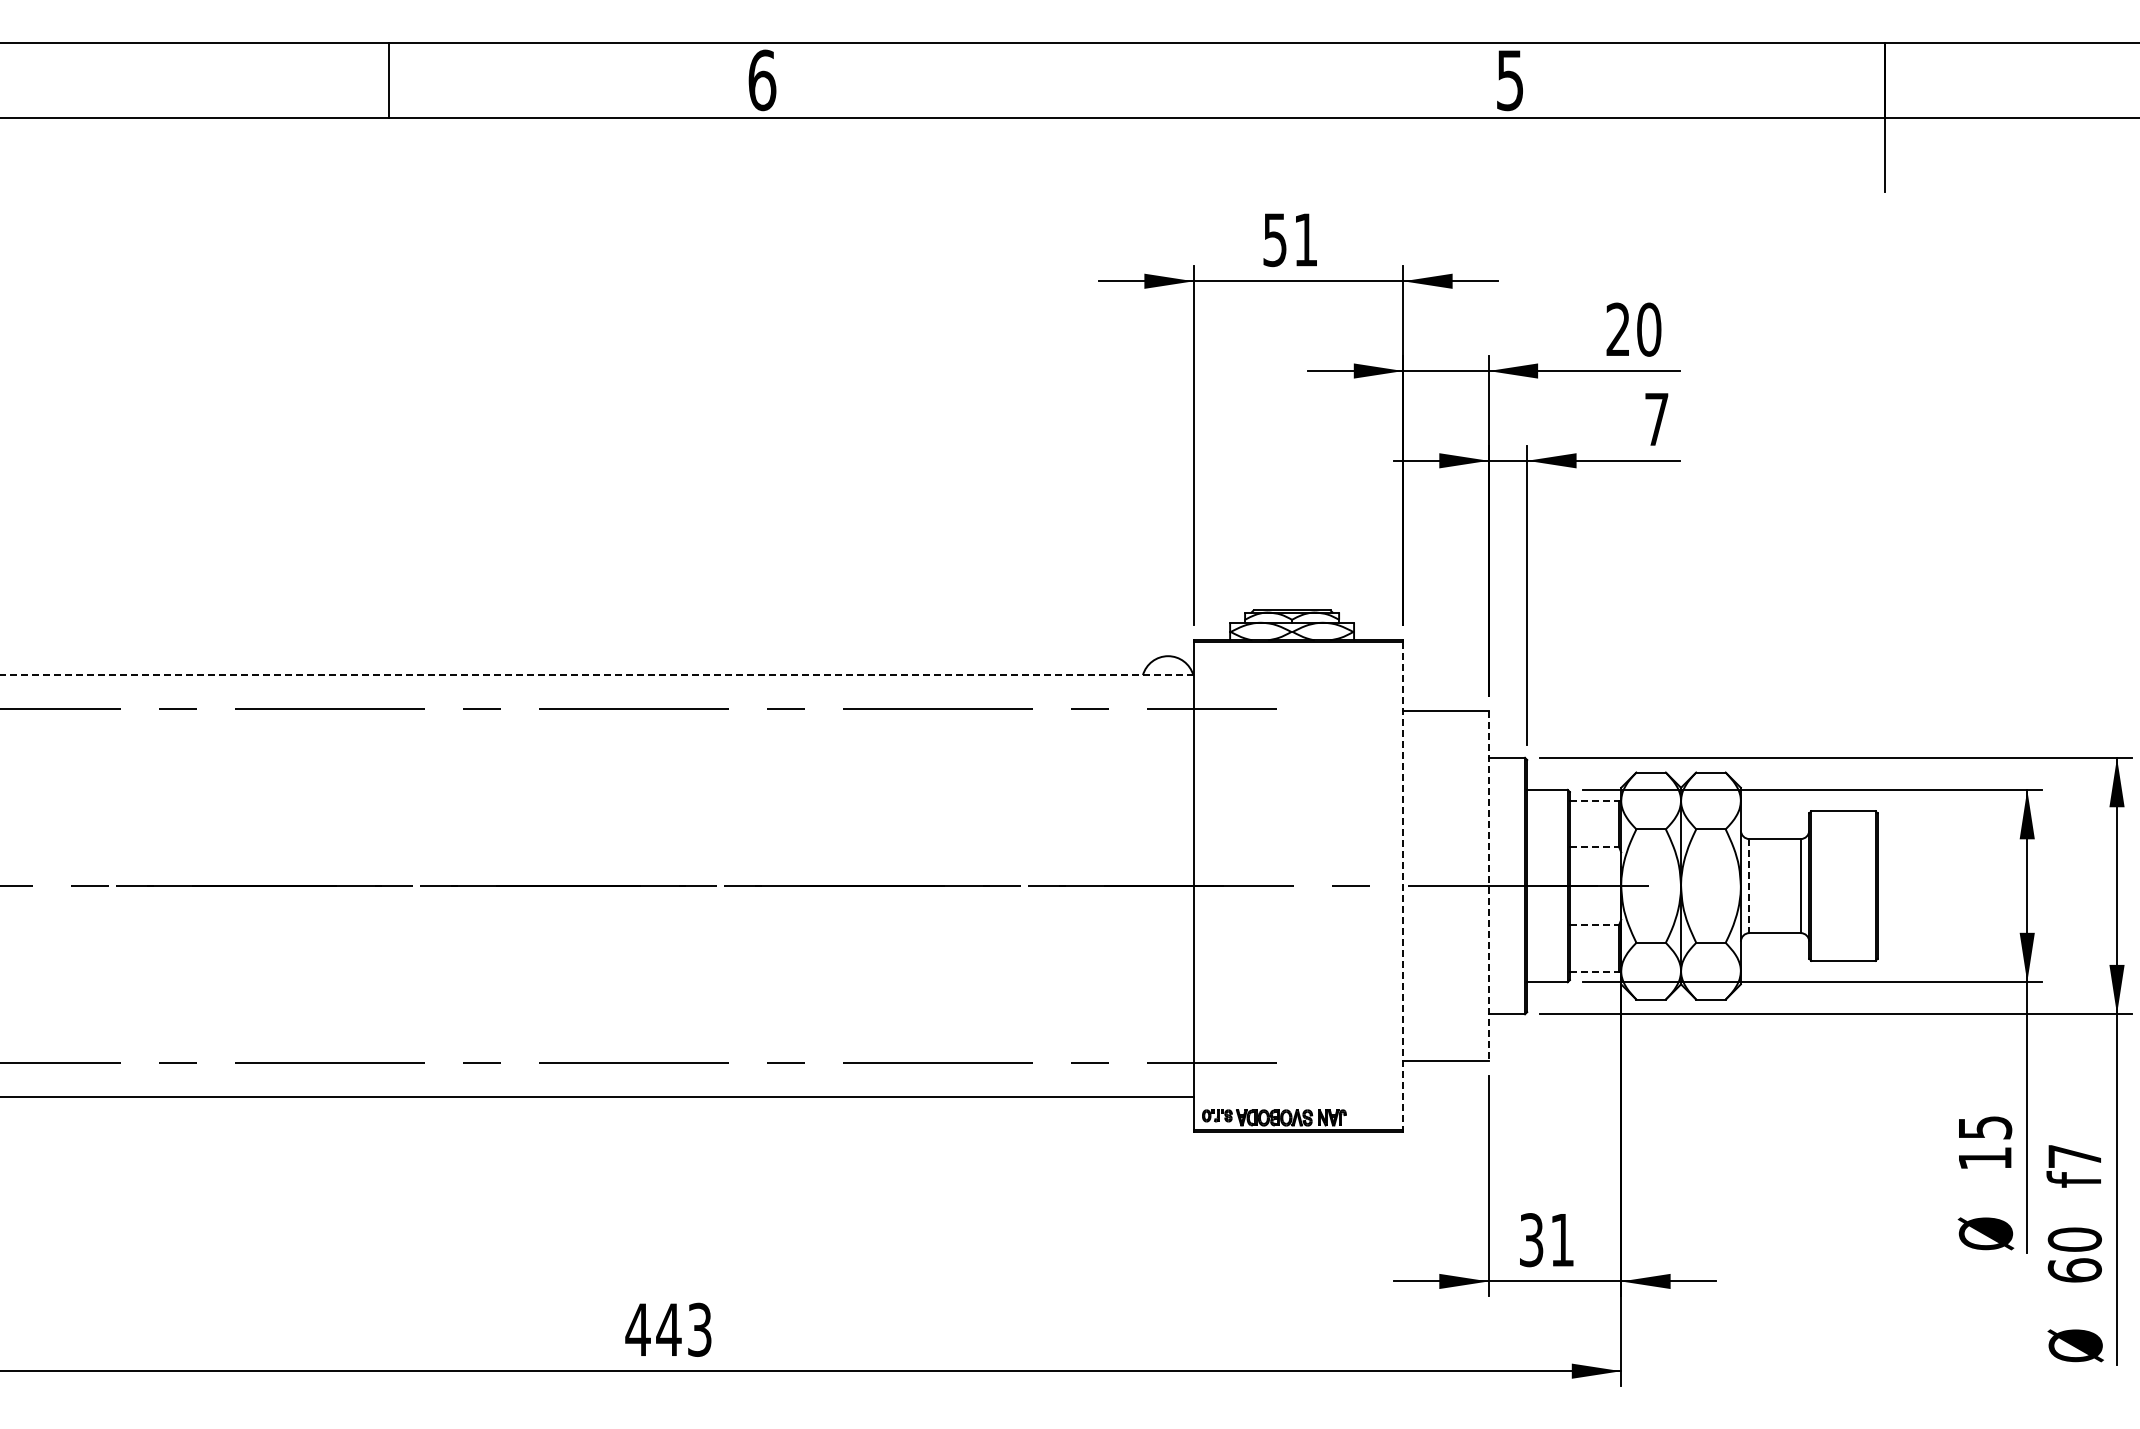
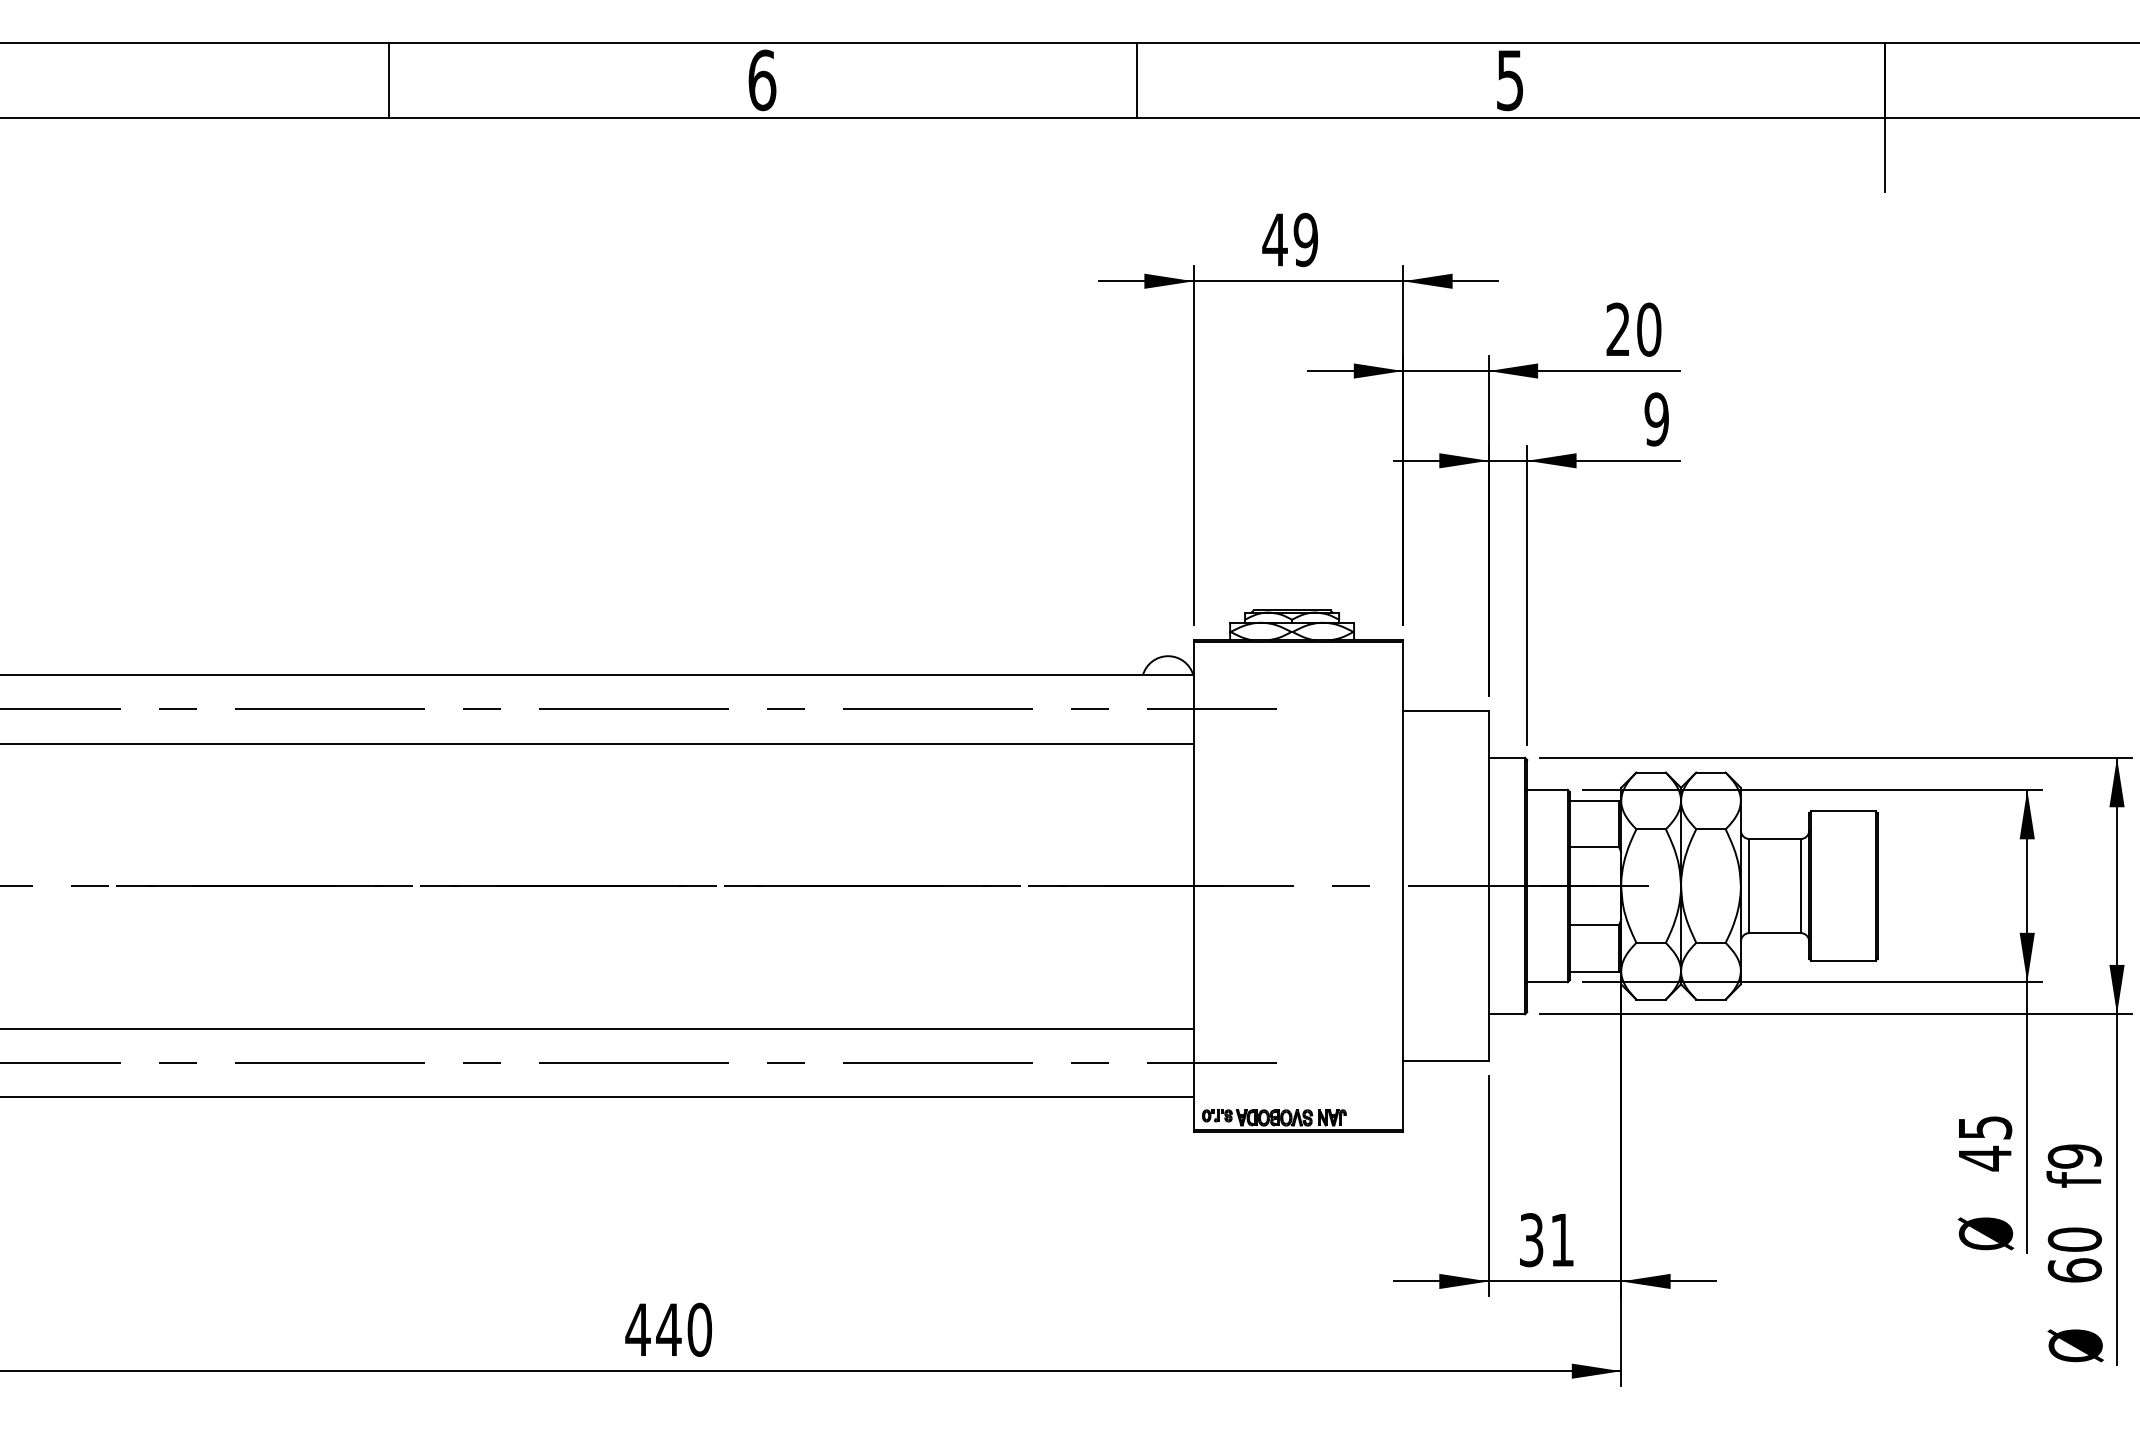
line at (1136, 79): none -> present
text at (1289, 239): 51 -> 49
text at (1656, 419): 7 -> 9
line at (597, 675): dashed -> solid
line at (597, 743): none -> present
line at (1594, 800): dashed -> solid
line at (1594, 846): dashed -> solid
line at (1403, 886): dashed -> solid
line at (1488, 886): dashed -> solid
line at (1749, 886): dashed -> solid
line at (1594, 925): dashed -> solid
line at (1594, 971): dashed -> solid
line at (597, 1028): none -> present
text at (2074, 1156): f7 -> f9
text at (1985, 1158): 15 -> 45
text at (699, 1329): 443 -> 440
